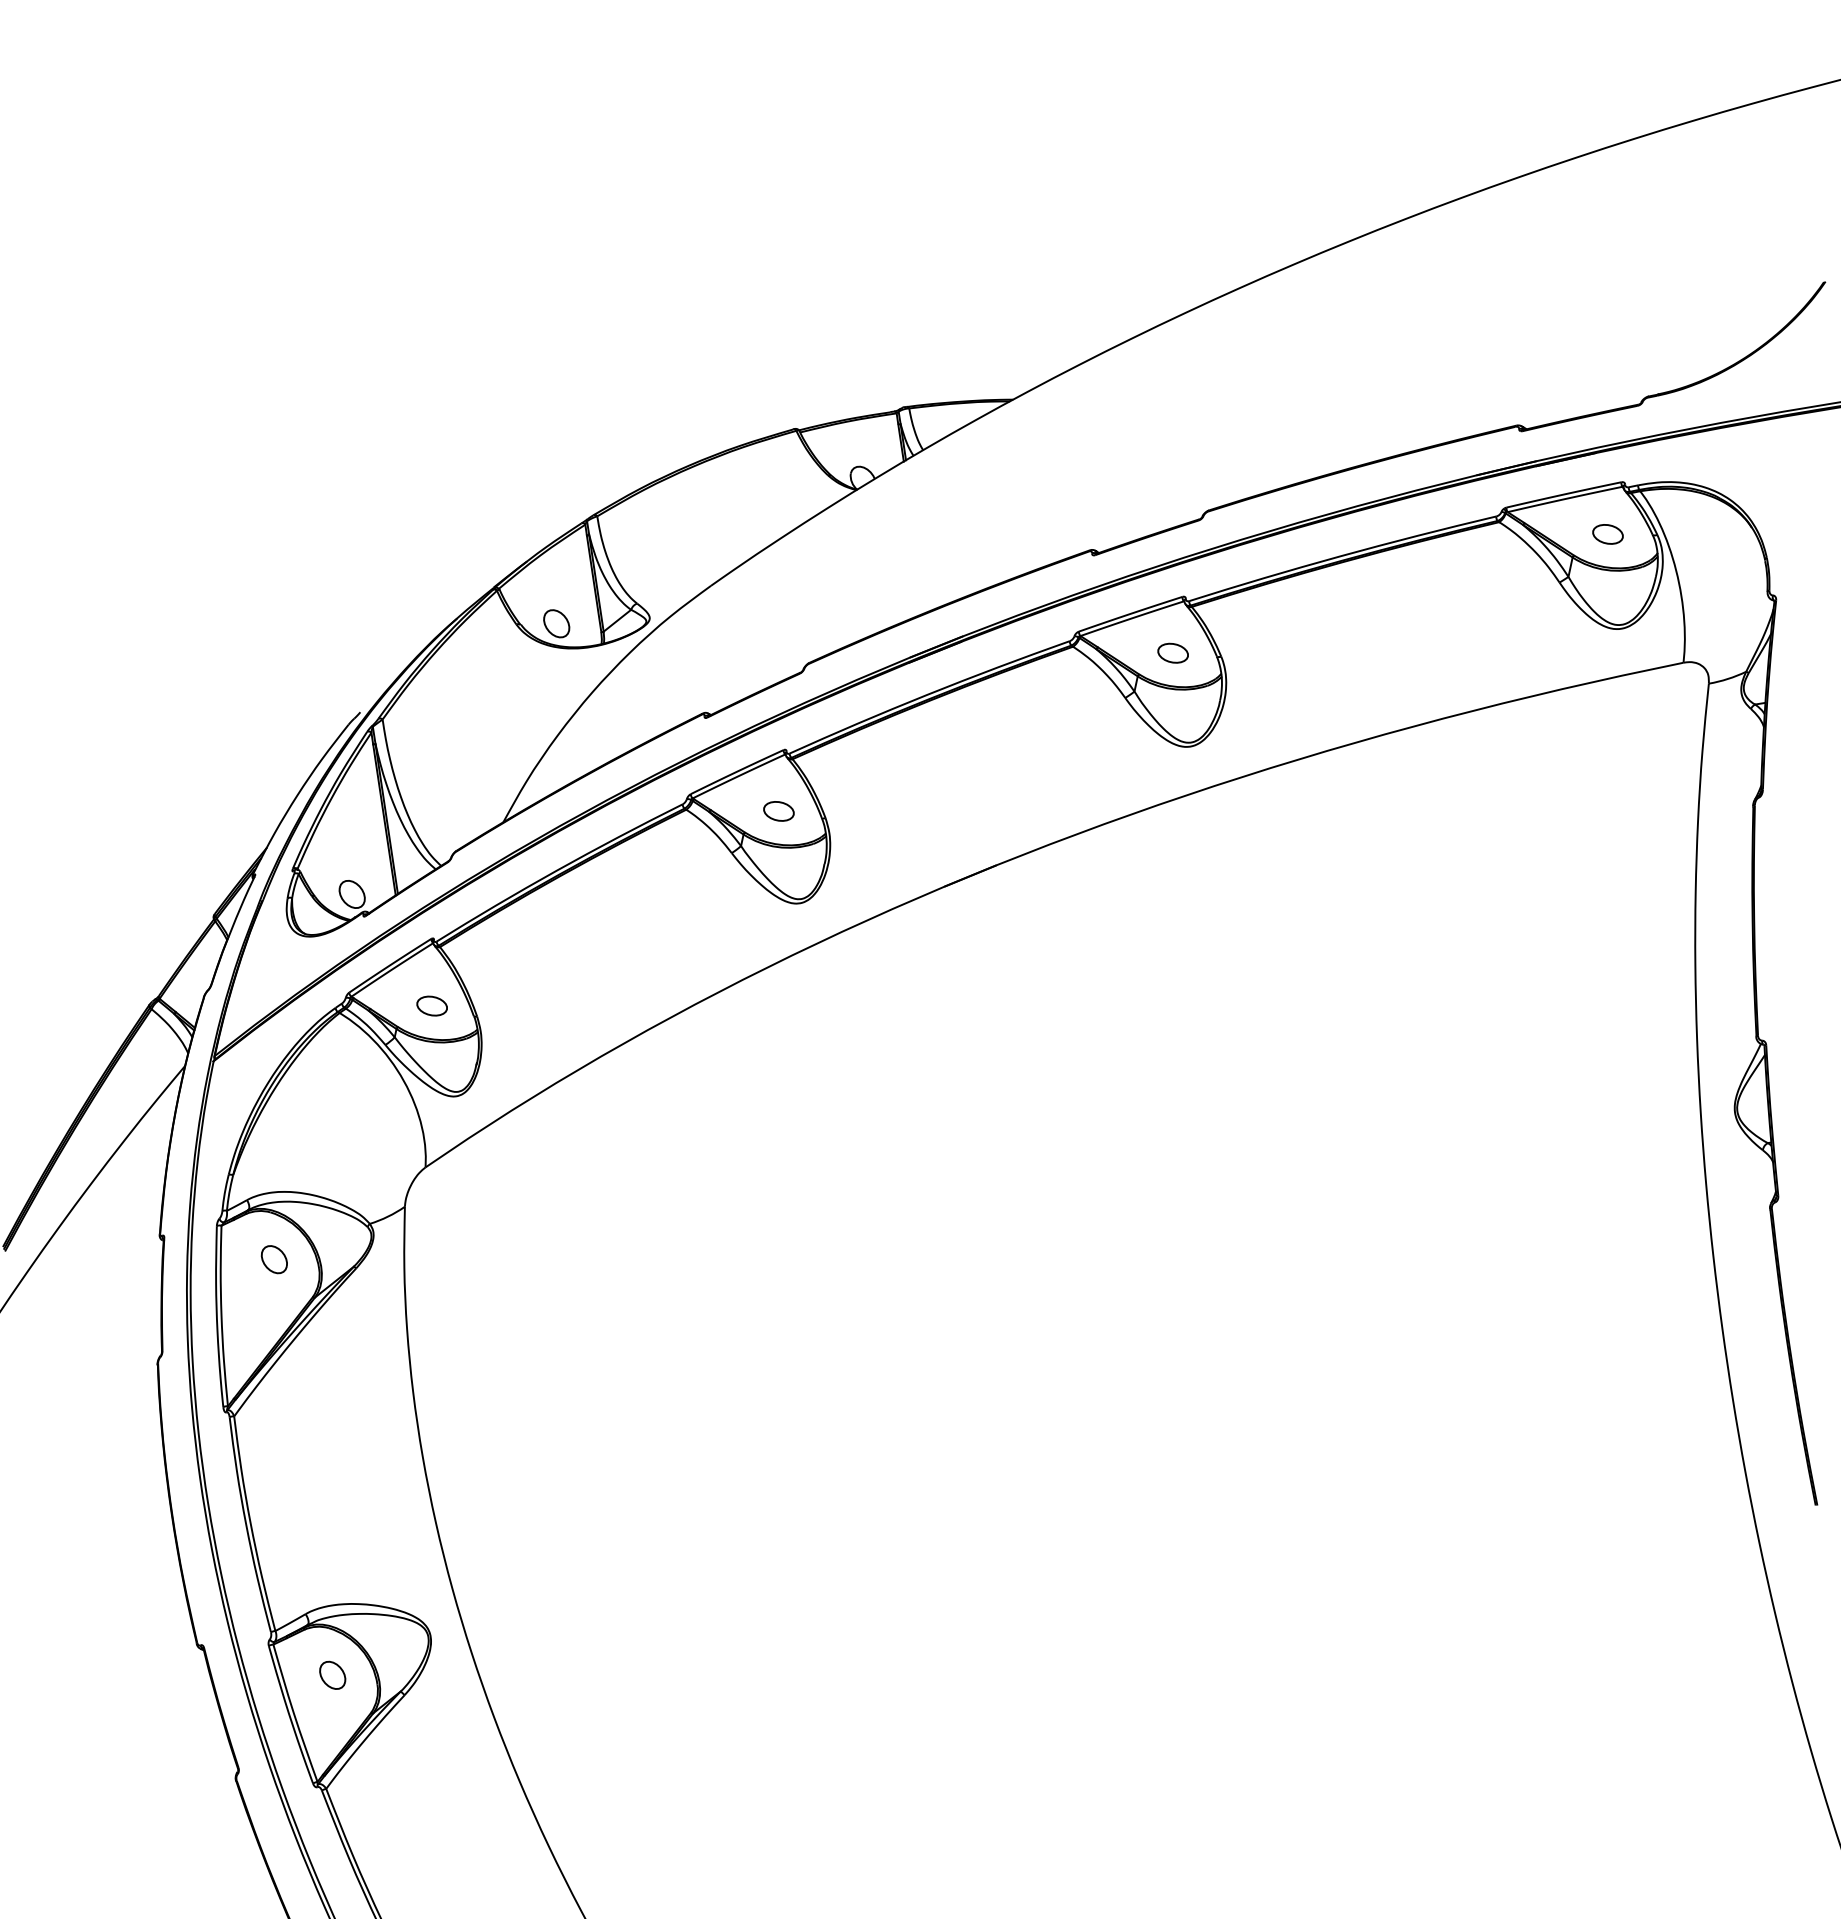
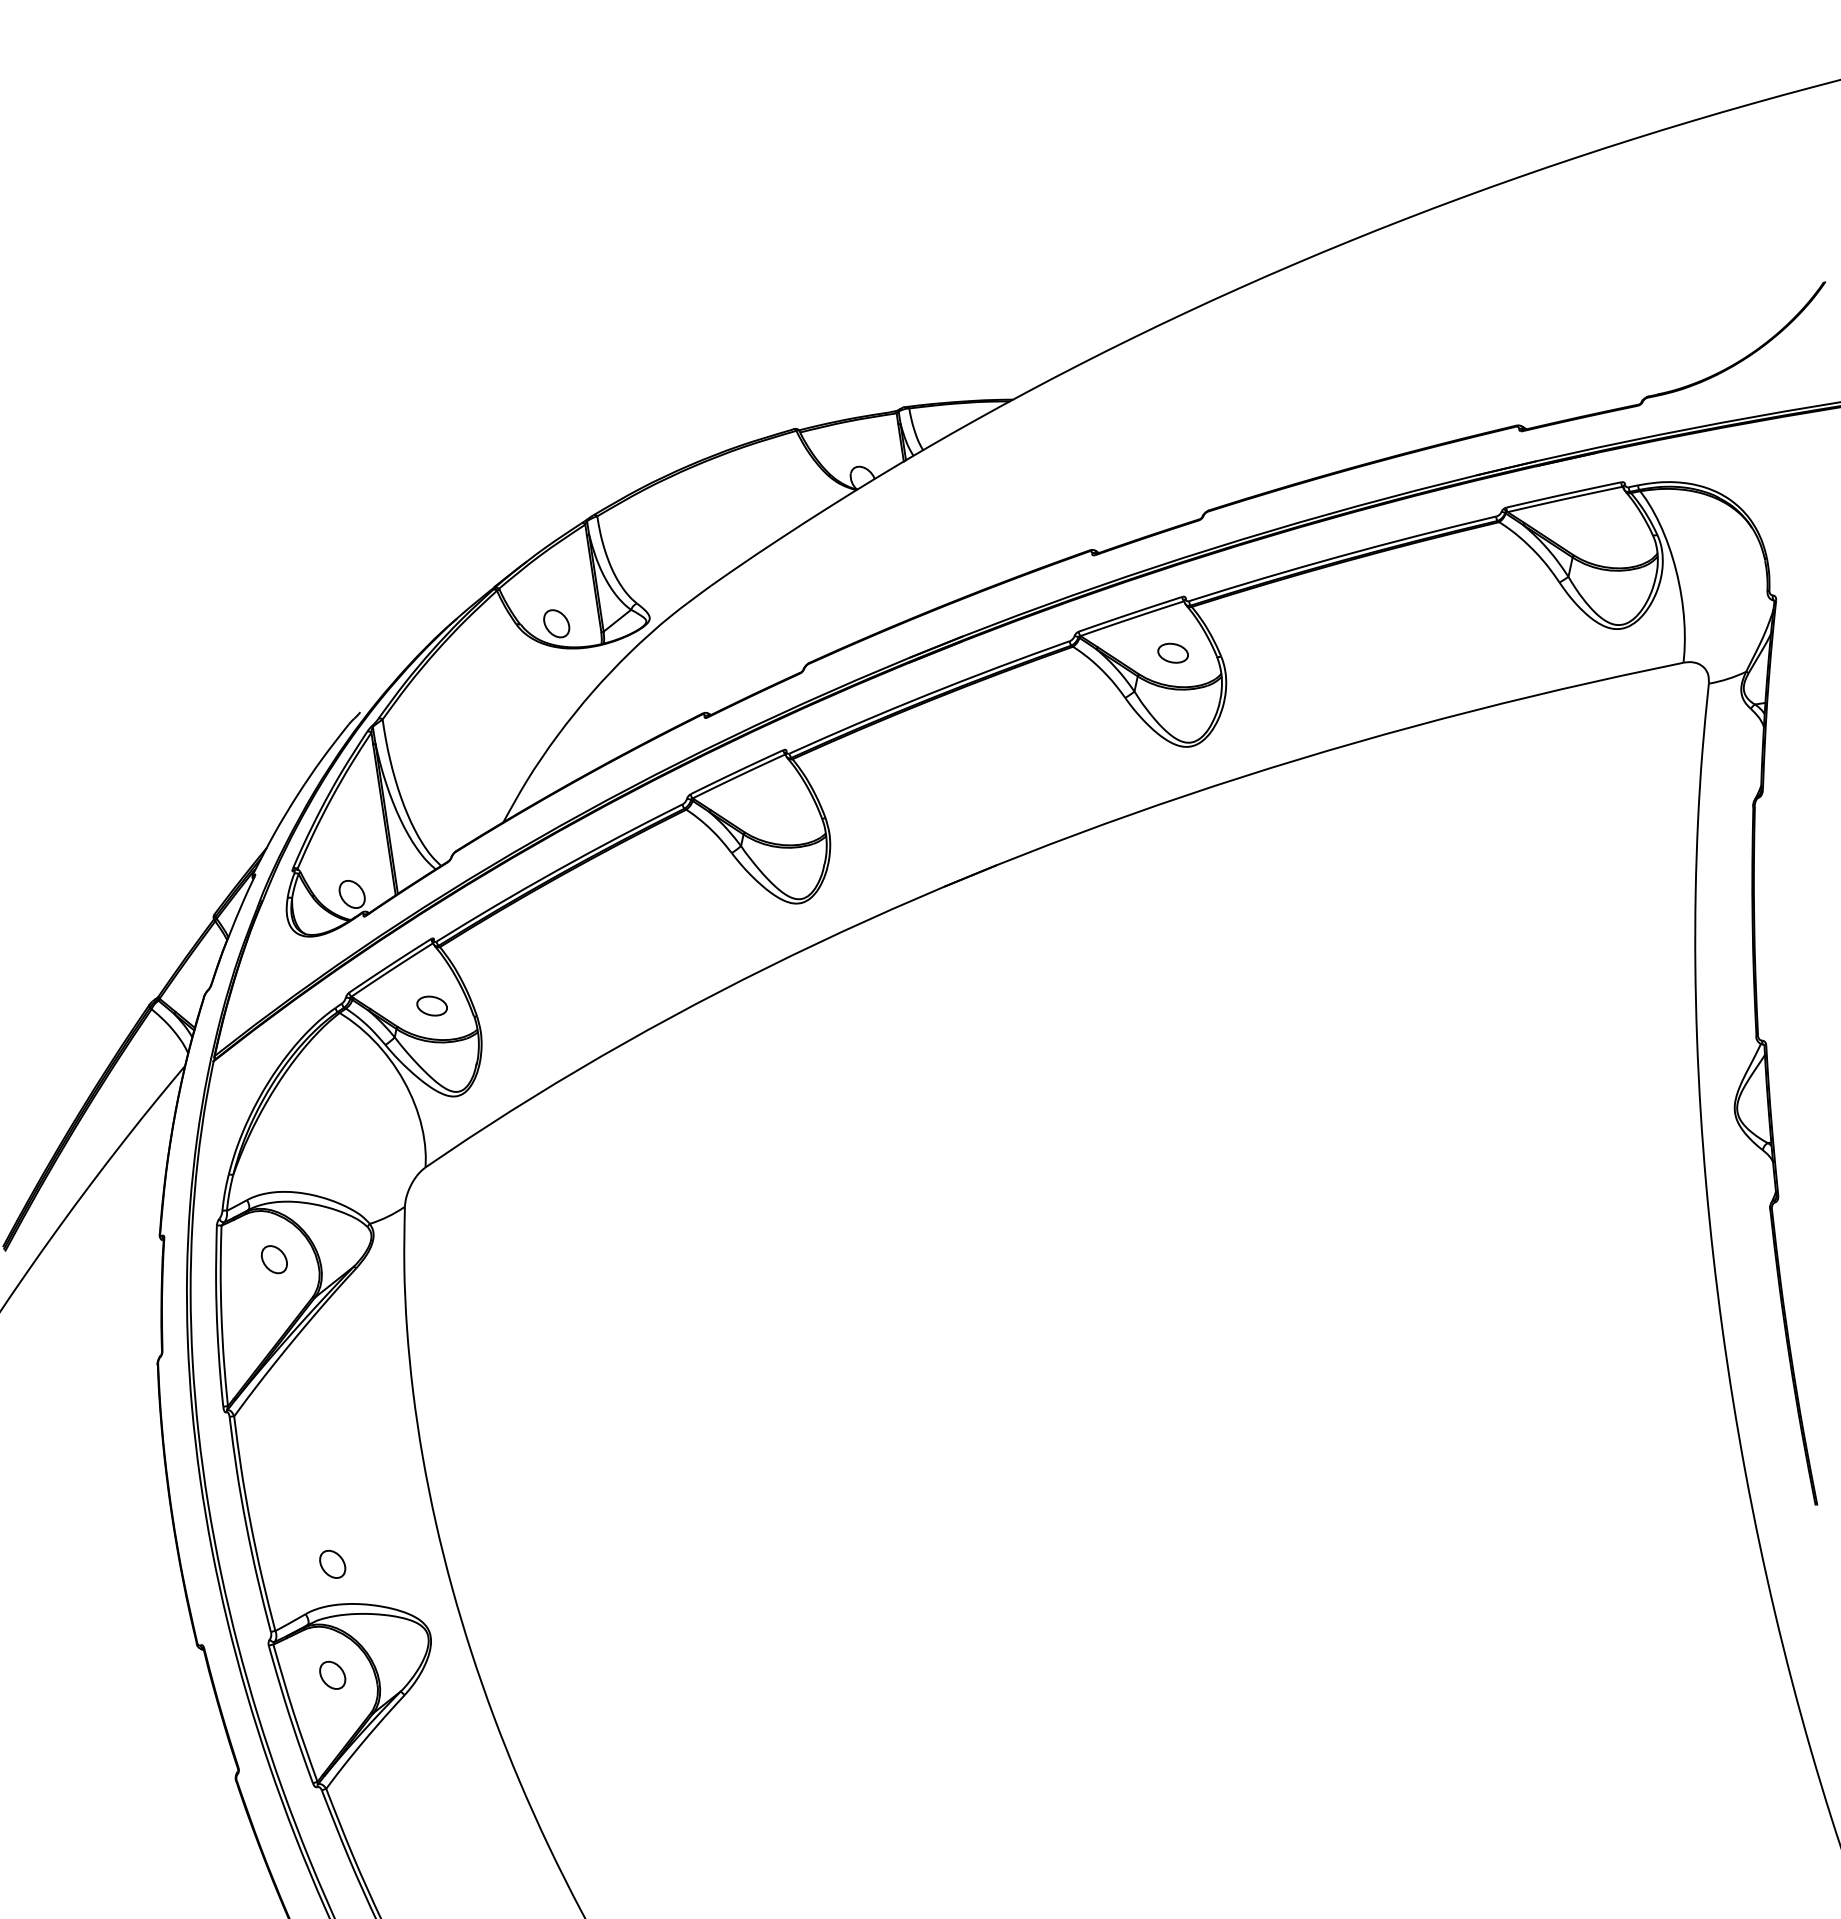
part at (1607, 534): present -> none
part at (778, 811): present -> none
part at (332, 1563): none -> present
